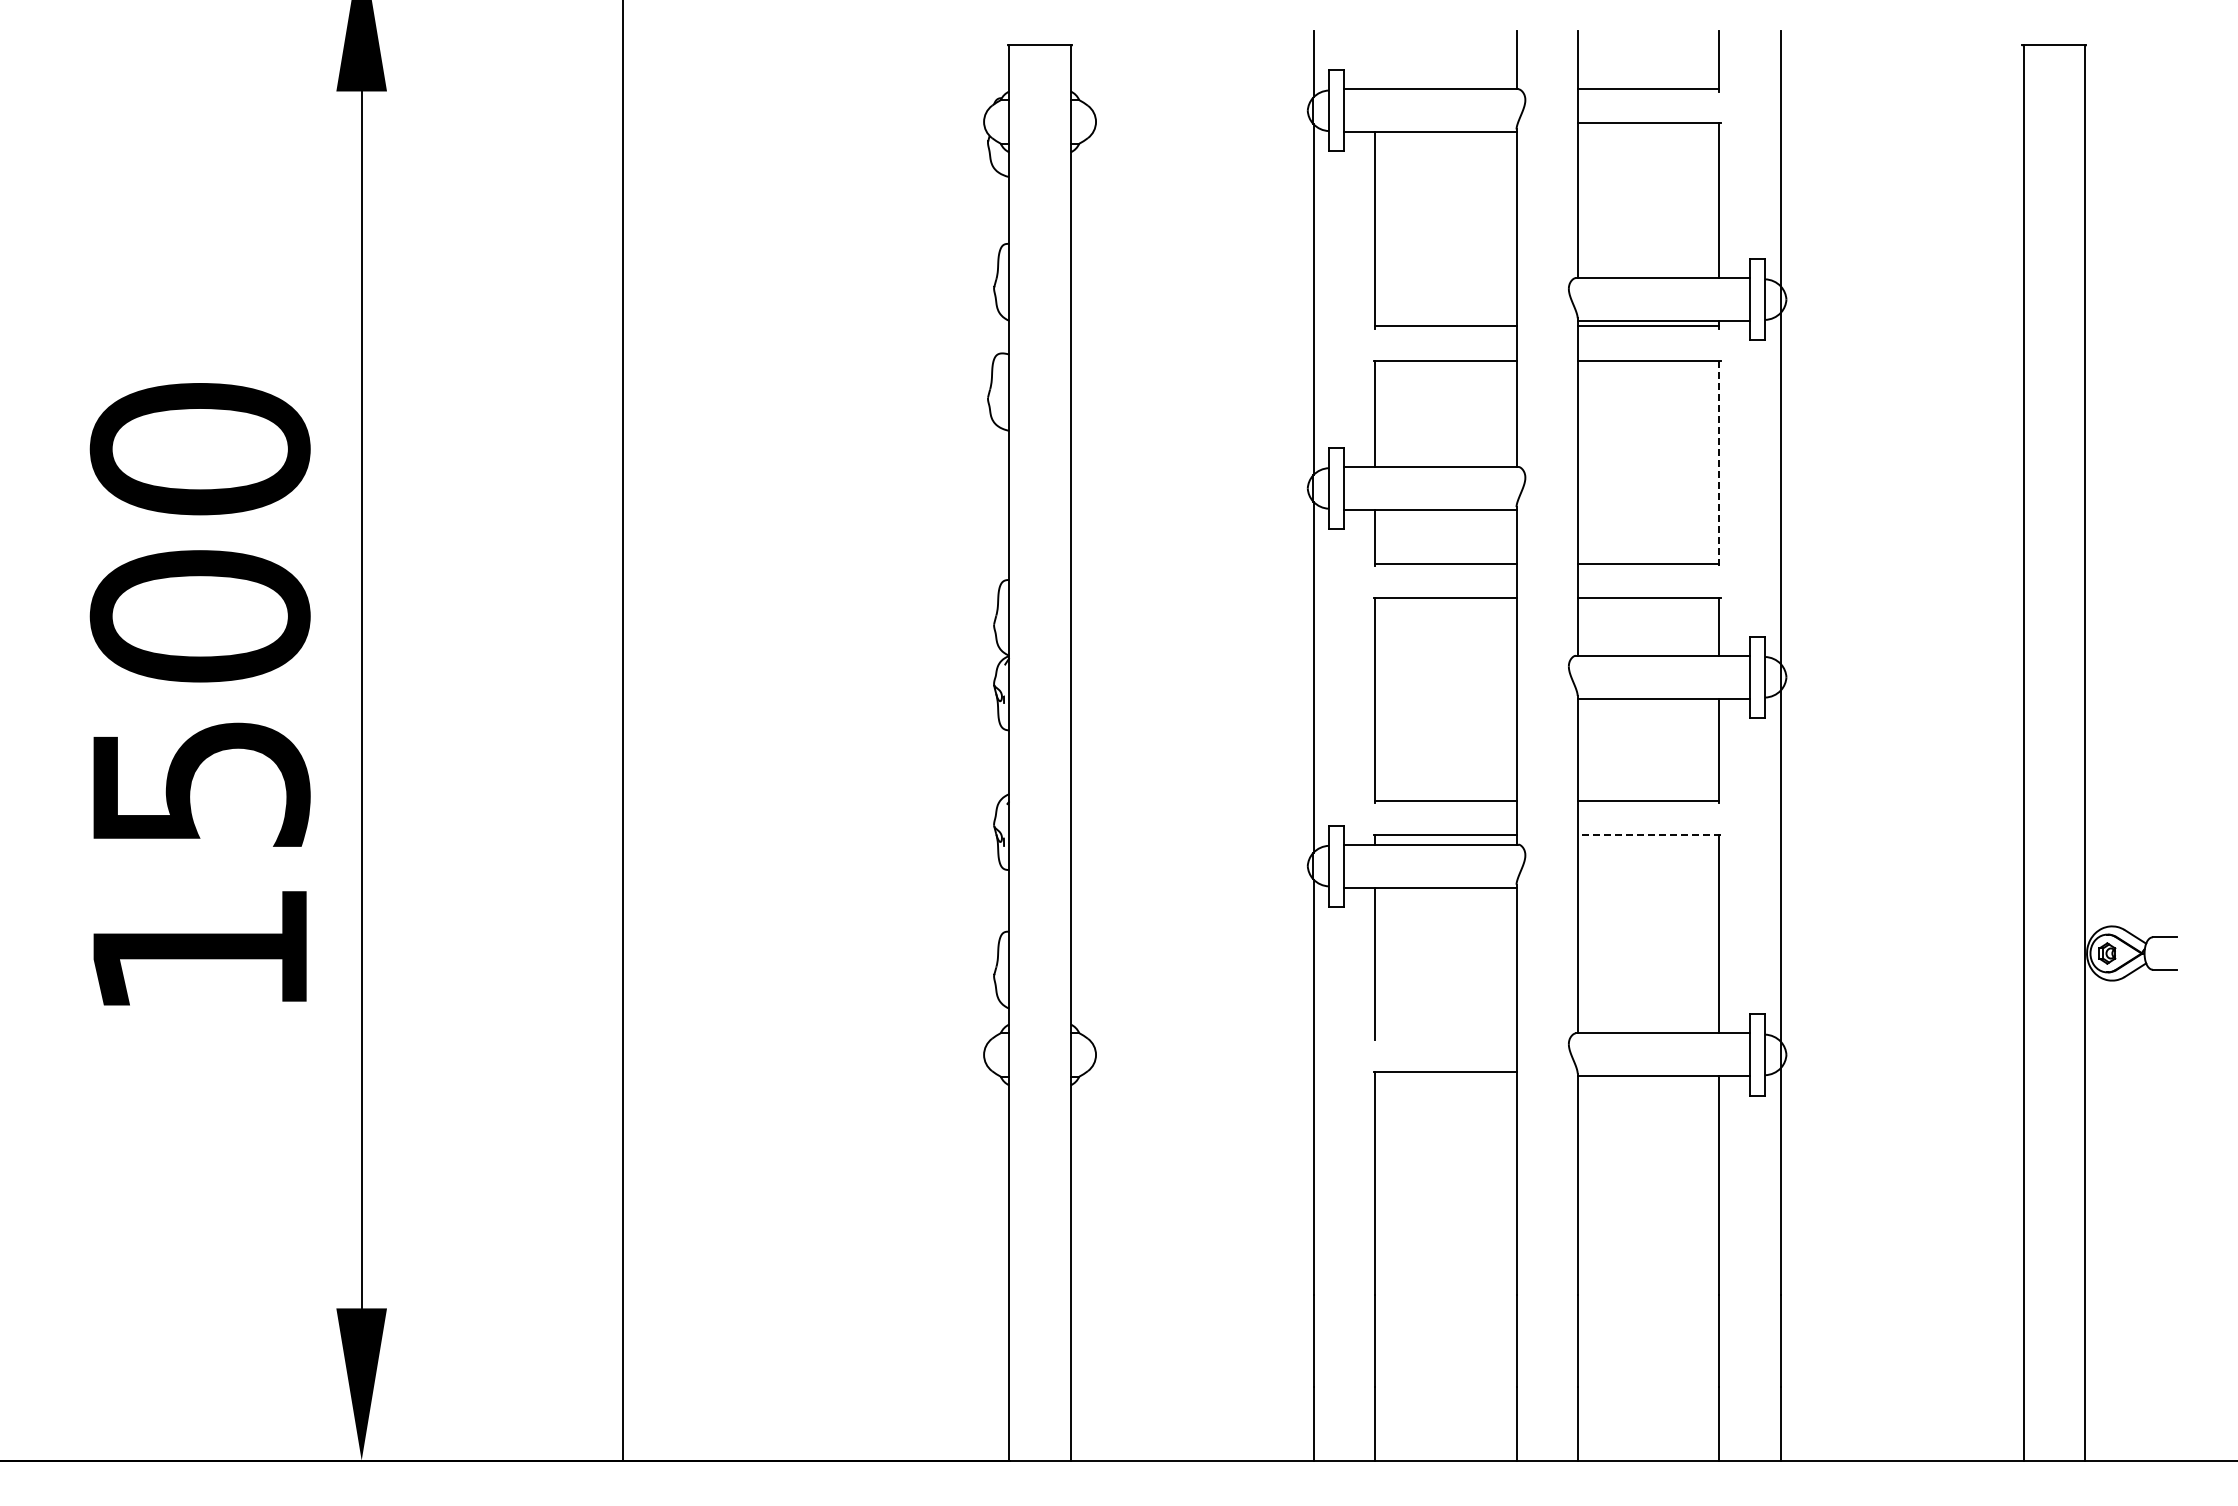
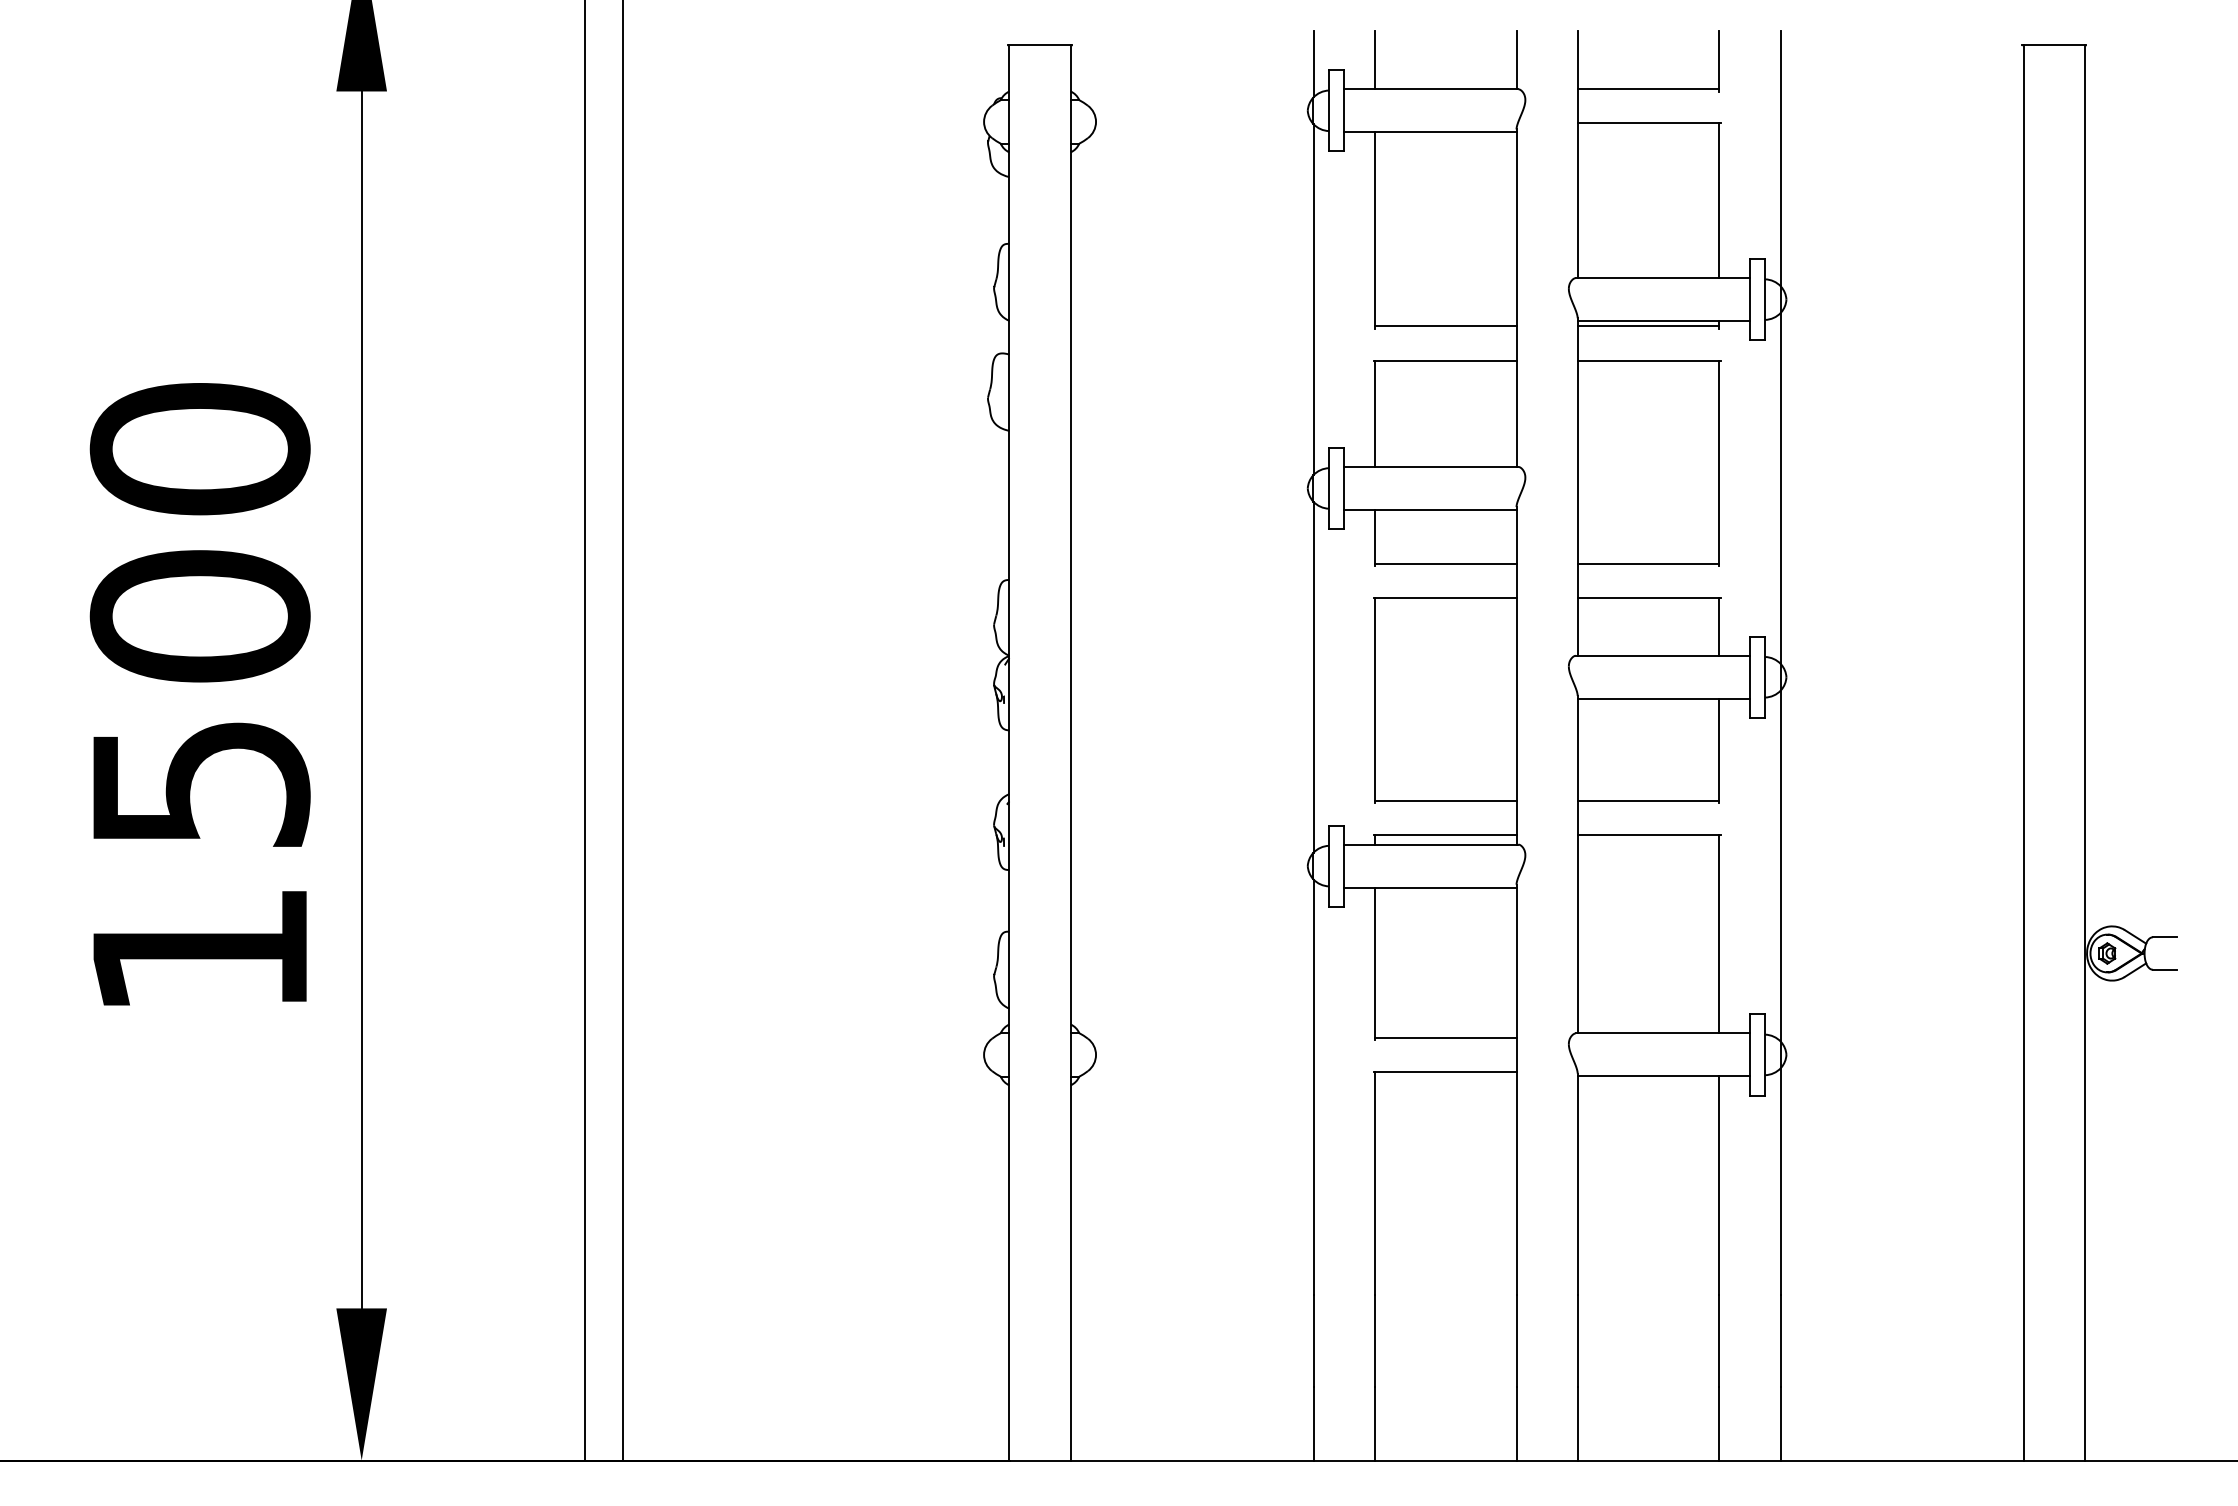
line at (1374, 59): none -> present
line at (1719, 463): dashed -> solid
line at (584, 731): none -> present
line at (1648, 834): dashed -> solid
line at (1445, 1037): none -> present
